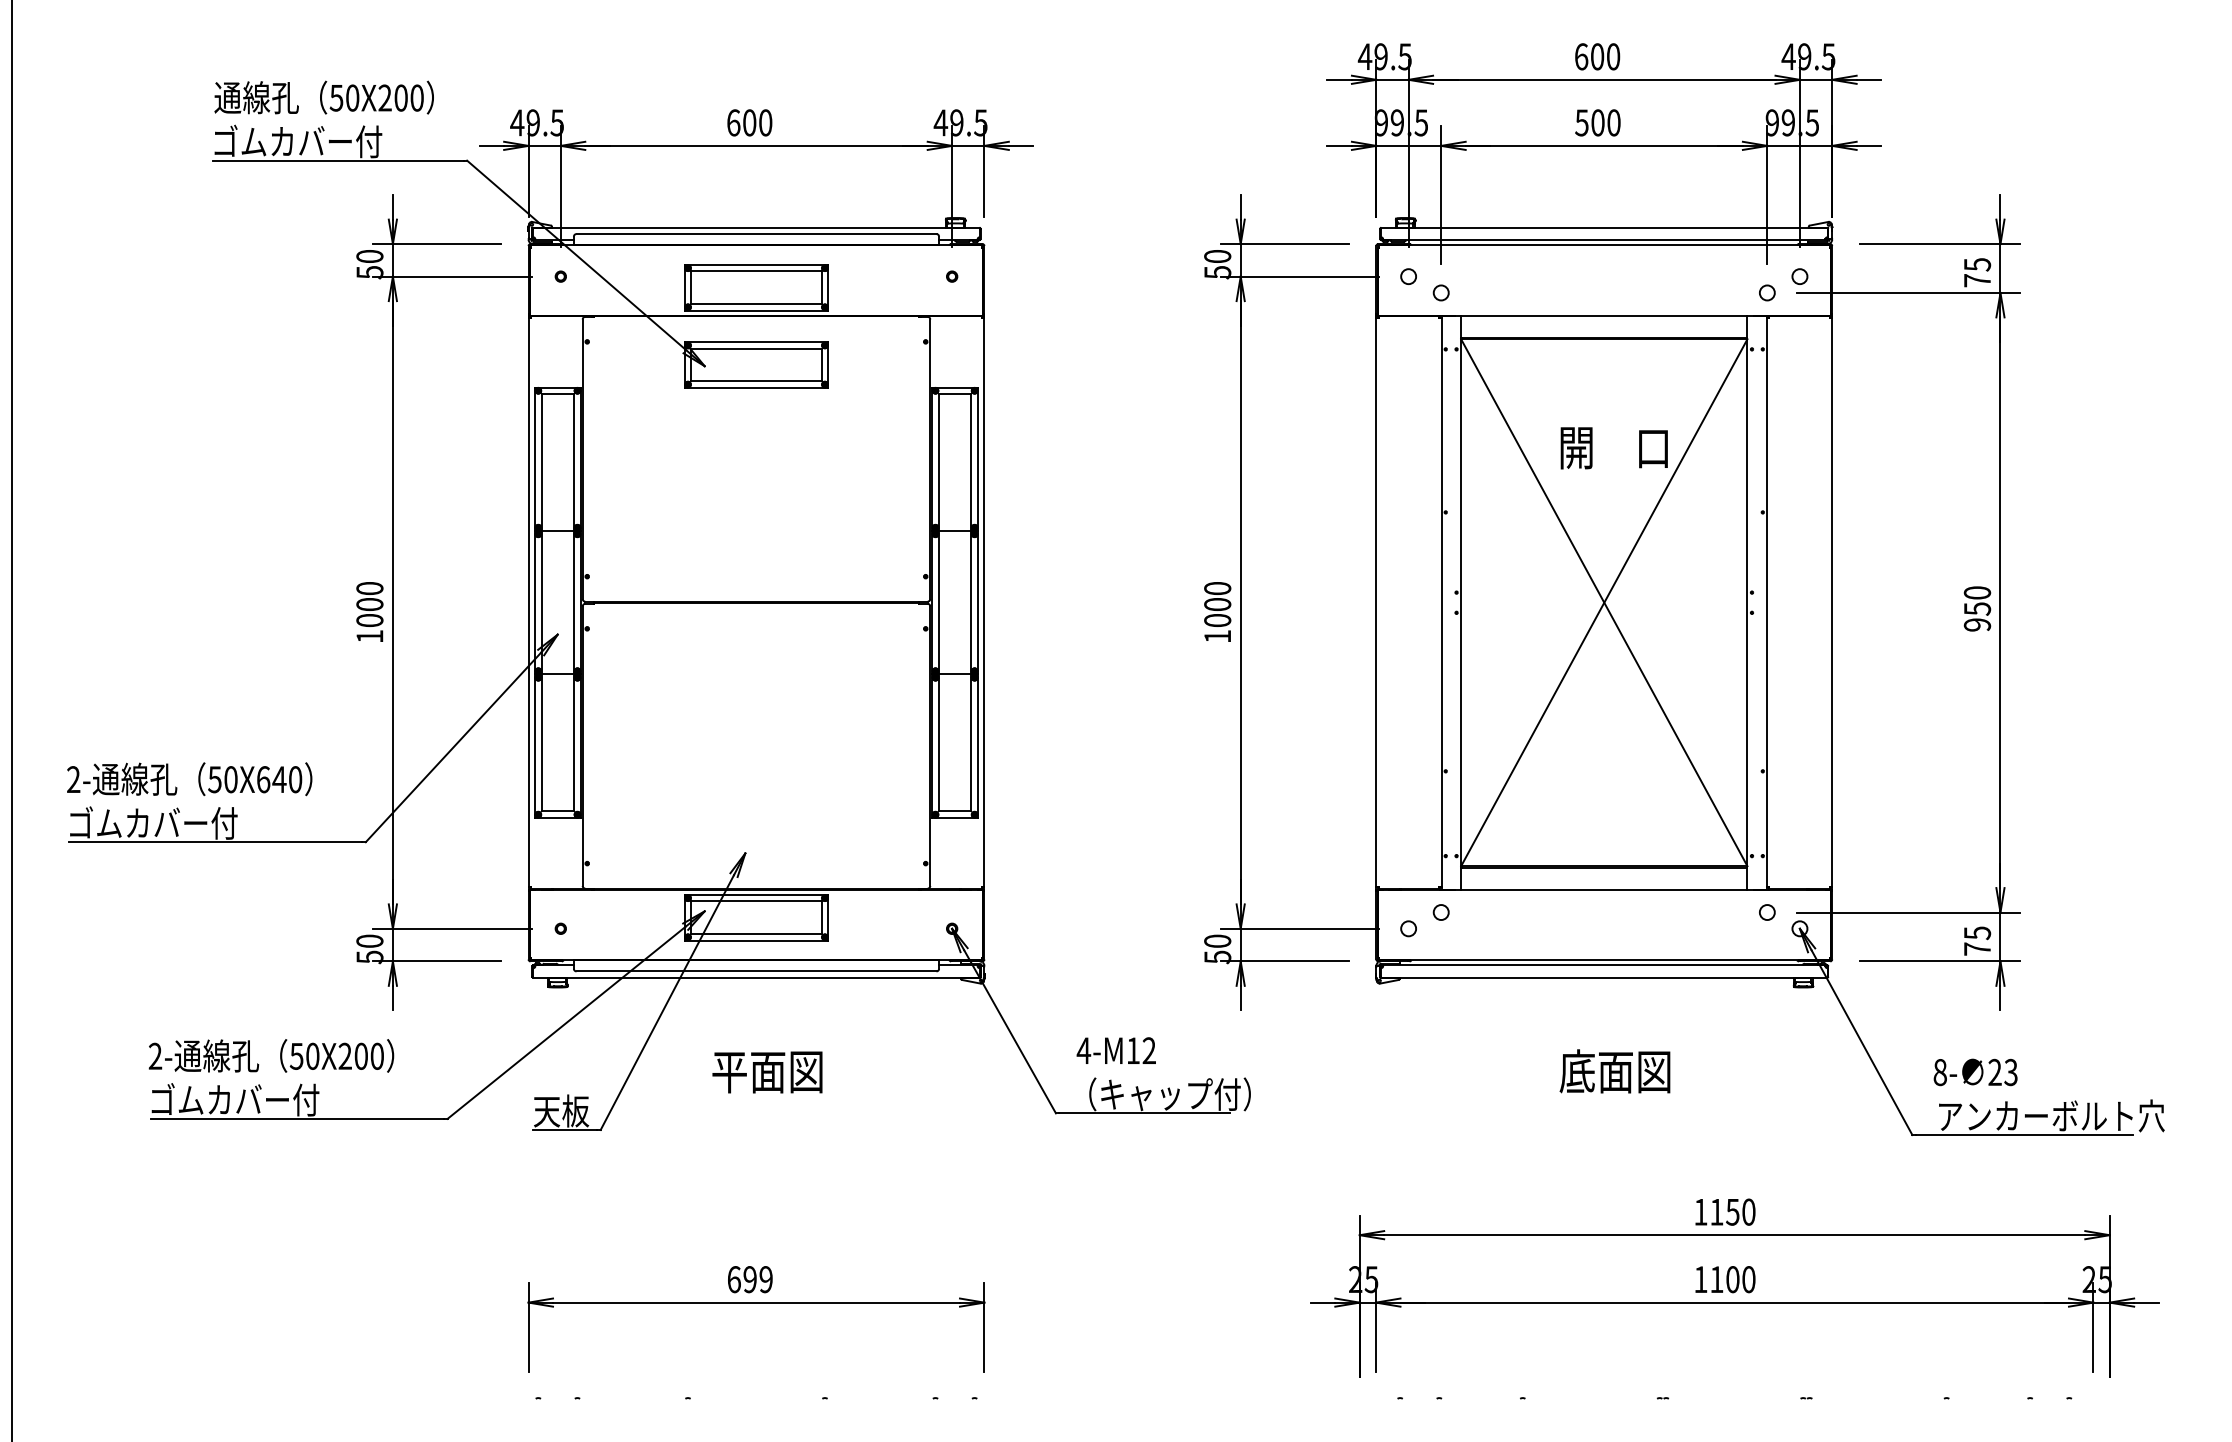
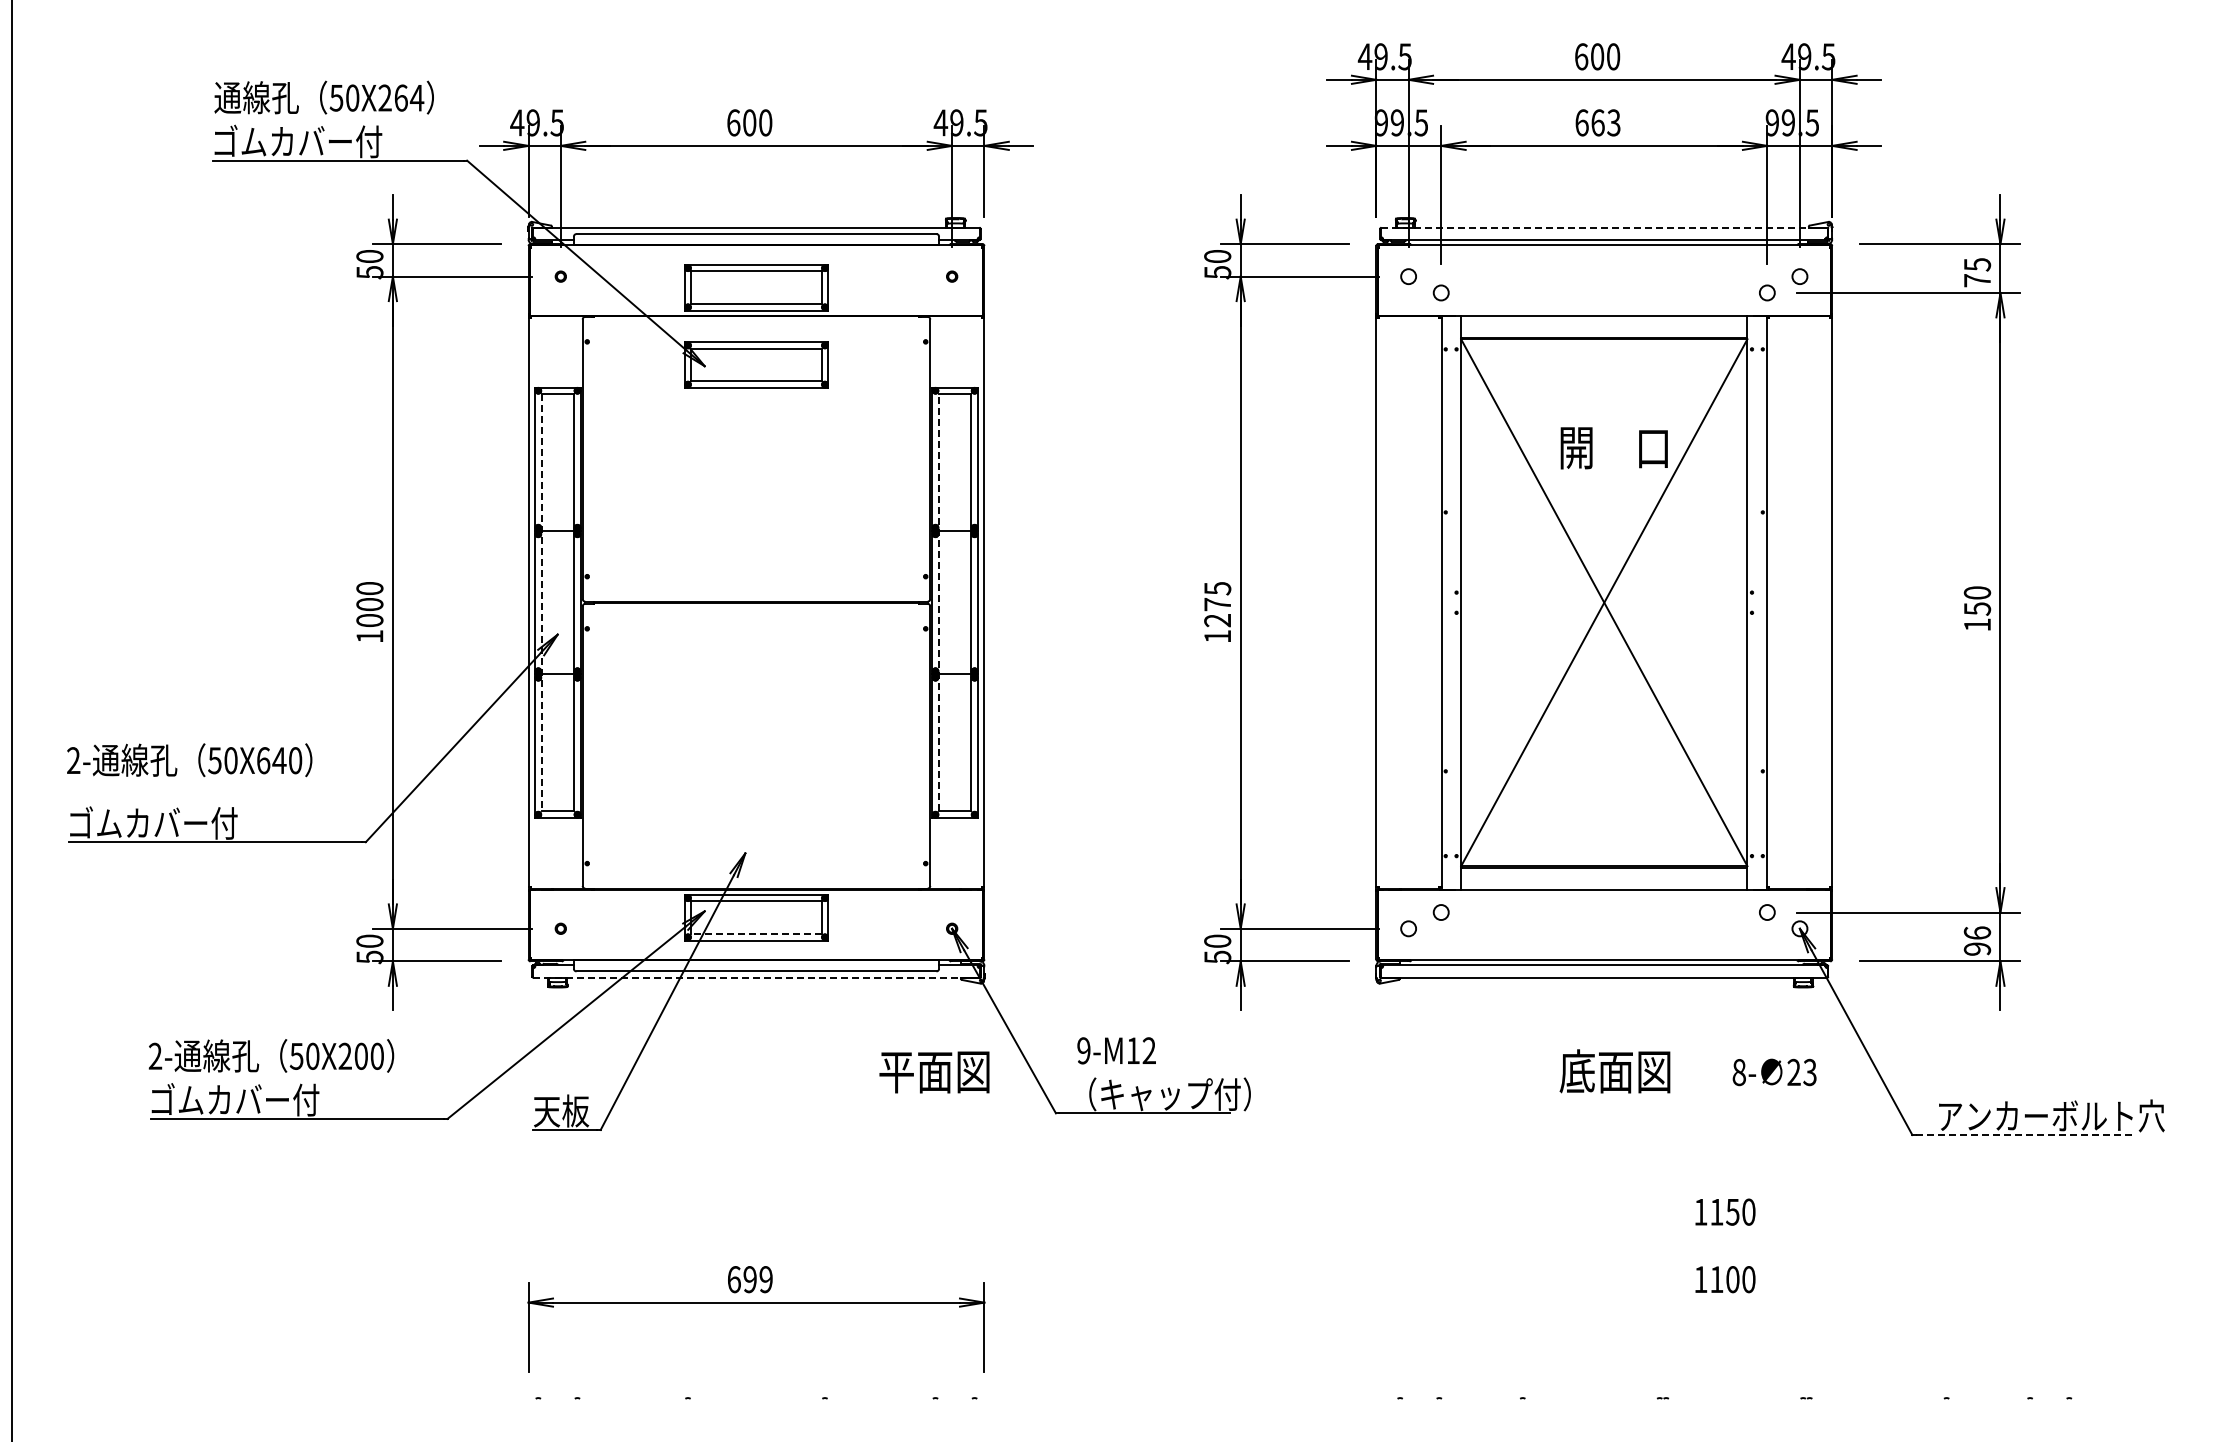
text at (409, 97): 50X200 -> 50X264
text at (1597, 122): 500 -> 663
line at (1604, 227): solid -> dashed
line at (541, 602): solid -> dashed
line at (938, 602): solid -> dashed
text at (1217, 604): 1000 -> 1275
text at (1977, 624): 950 -> 150
text at (189, 779) position: (189, 779) -> (189, 760)
line at (756, 934): solid -> dashed
text at (1977, 940): 75 -> 96
line at (757, 977): solid -> dashed
text at (1083, 1050): 4-M12 -> 9-M12
text at (767, 1072) position: (767, 1072) -> (934, 1072)
text at (1975, 1072) position: (1975, 1072) -> (1774, 1072)
line at (2024, 1135): solid -> dashed
part at (1734, 1296): present -> none
